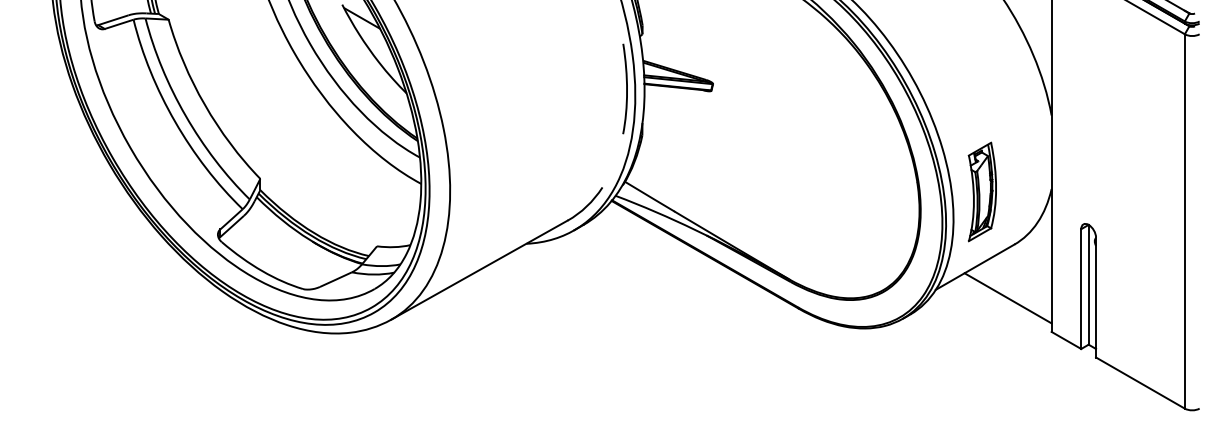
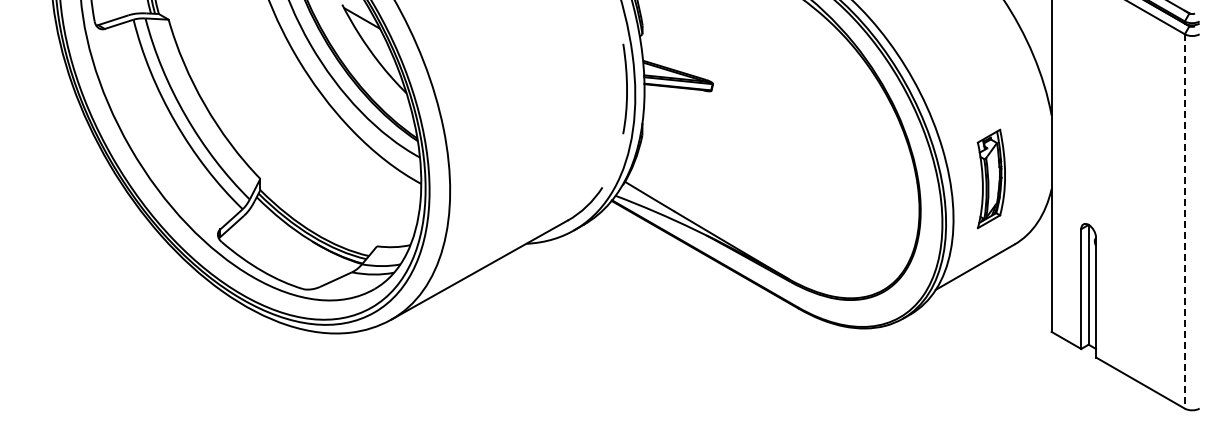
part at (981, 191) position: (981, 191) -> (990, 178)
line at (1184, 221): solid -> dashed
line at (1007, 298): present -> none
